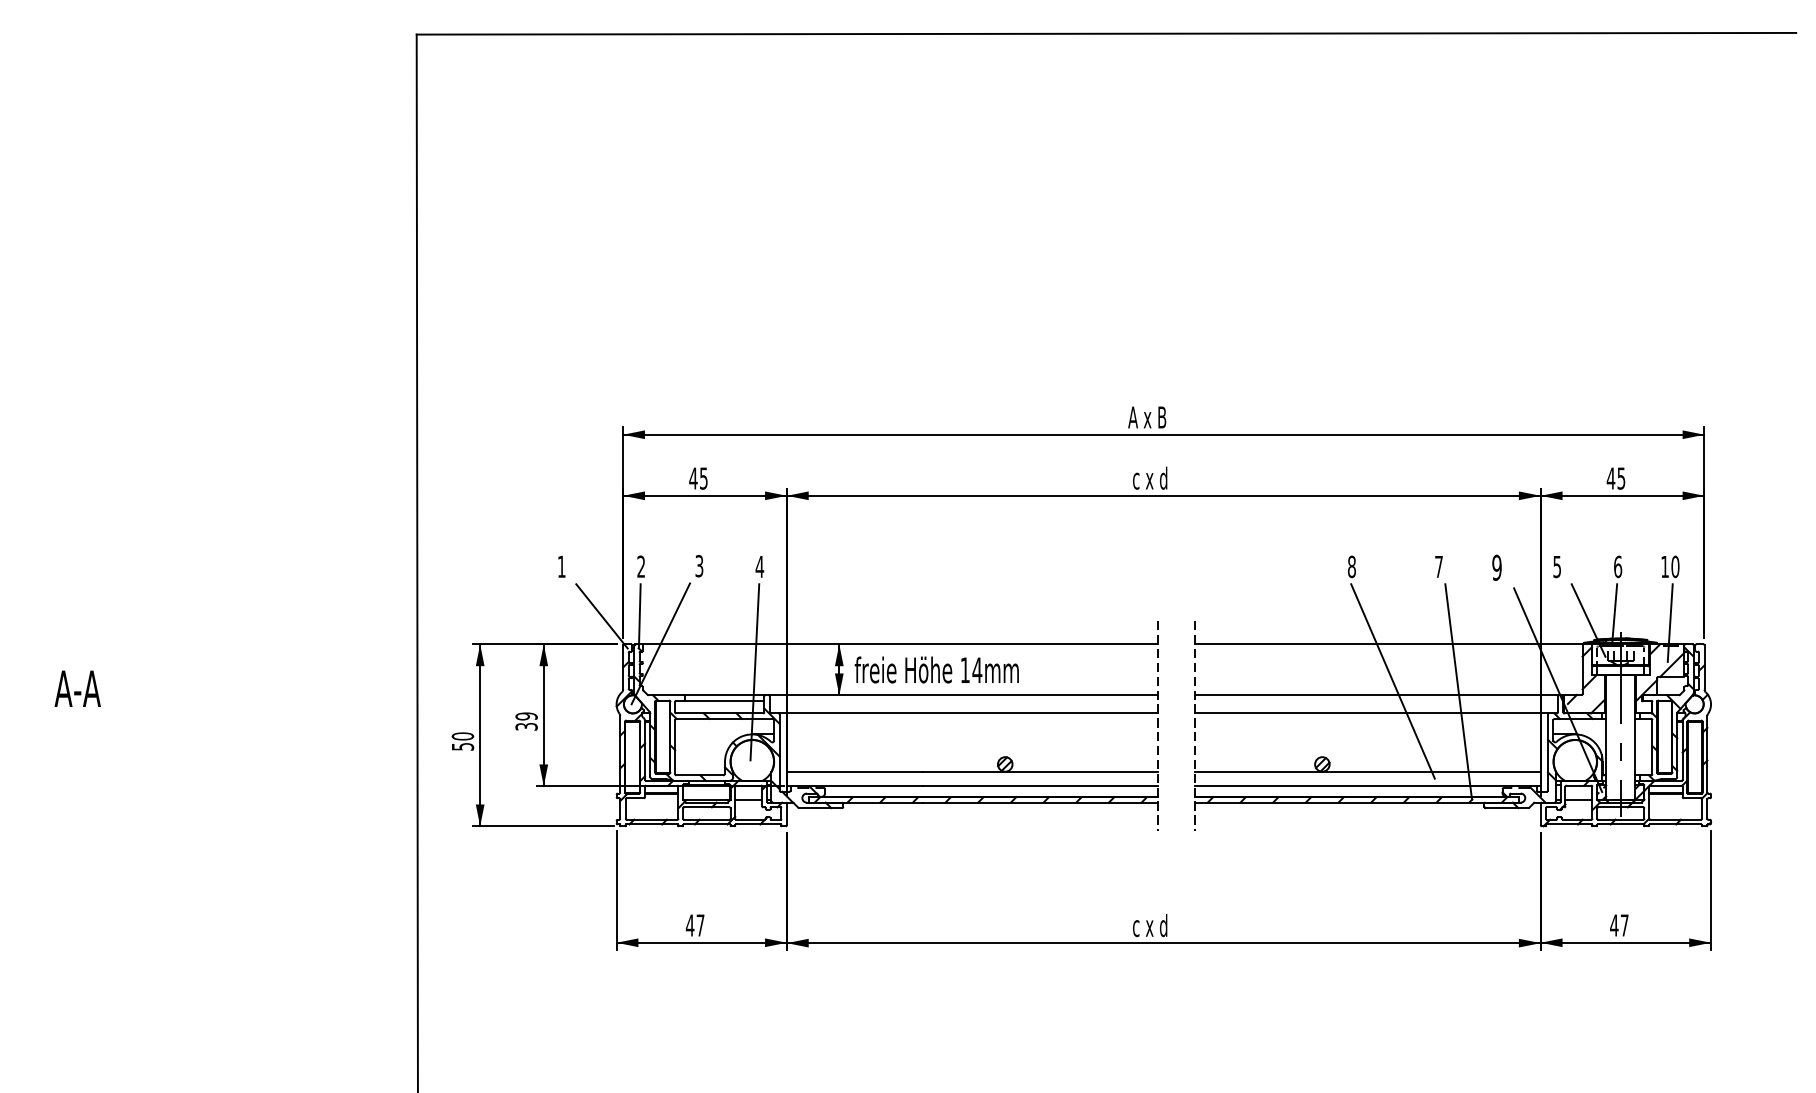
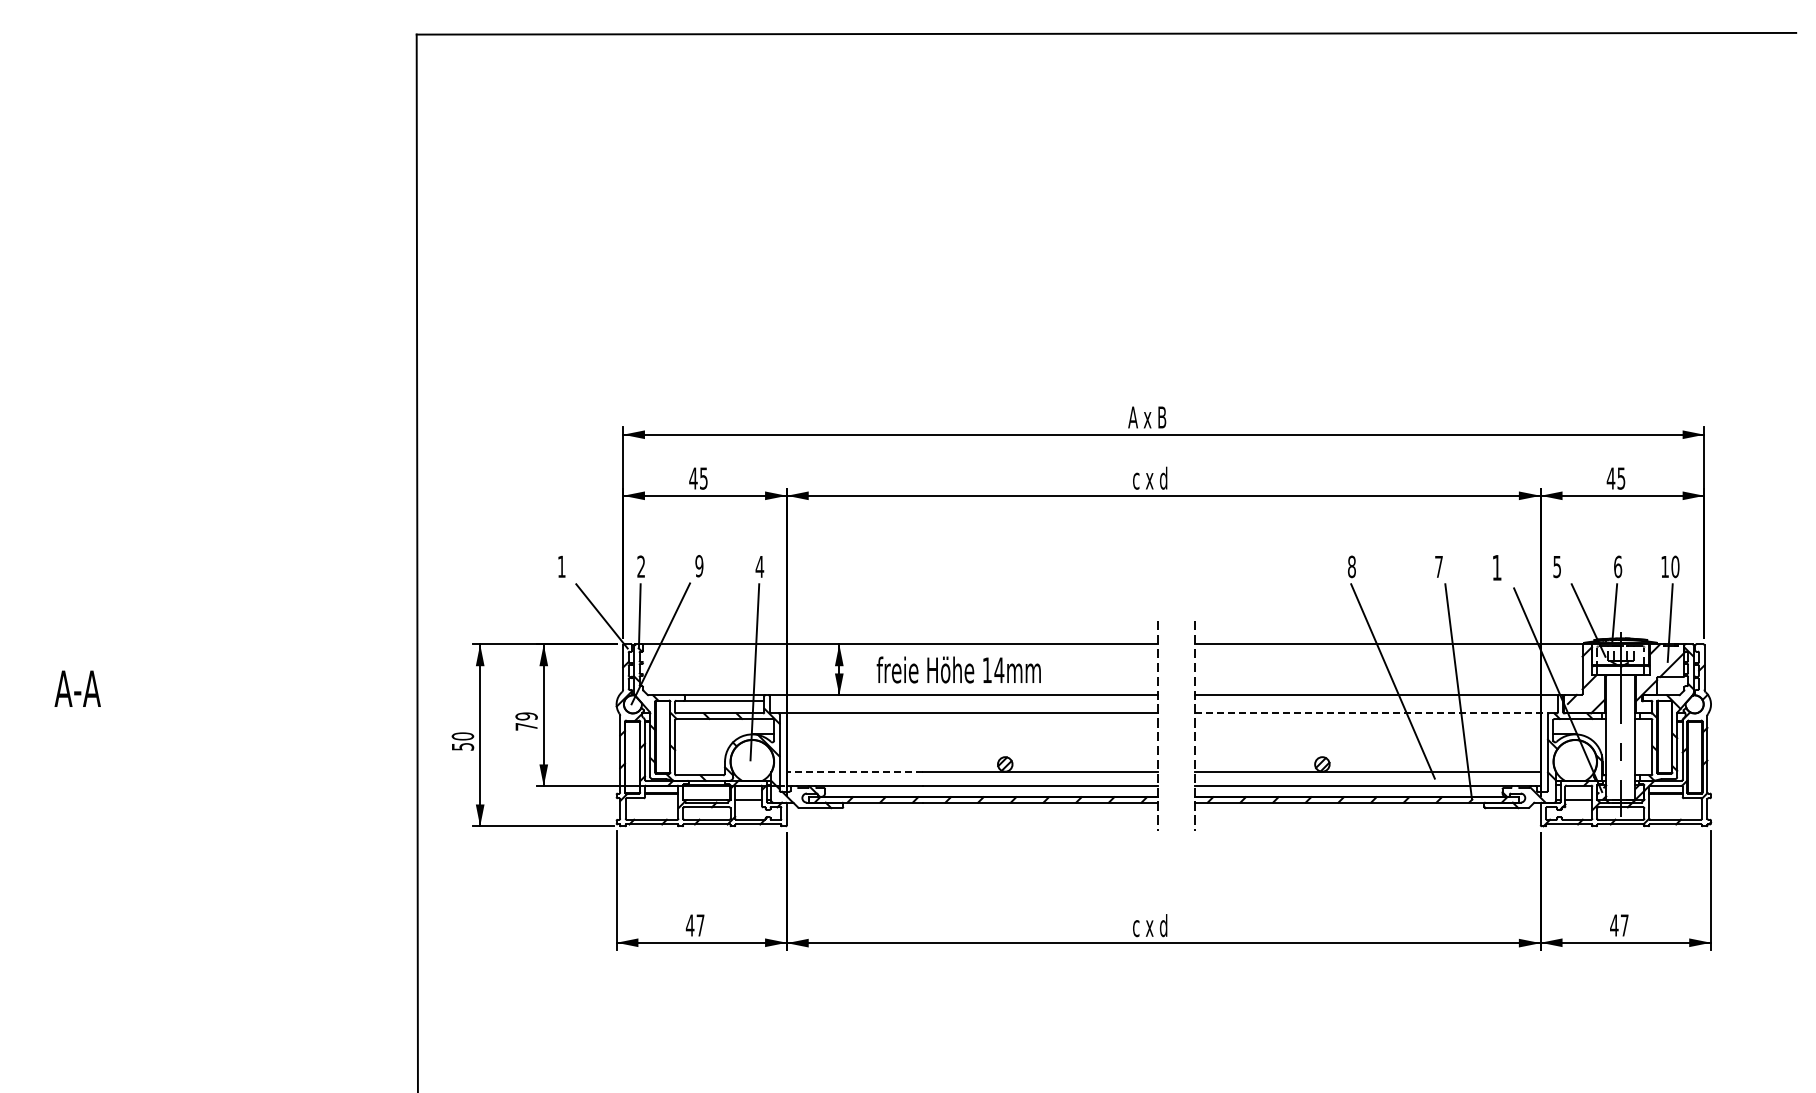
text at (699, 566): 3 -> 9
text at (1496, 567): 9 -> 1
text at (936, 669) position: (936, 669) -> (958, 669)
line at (1372, 713): solid -> dashed
text at (526, 726): 39 -> 79
line at (854, 771): solid -> dashed
